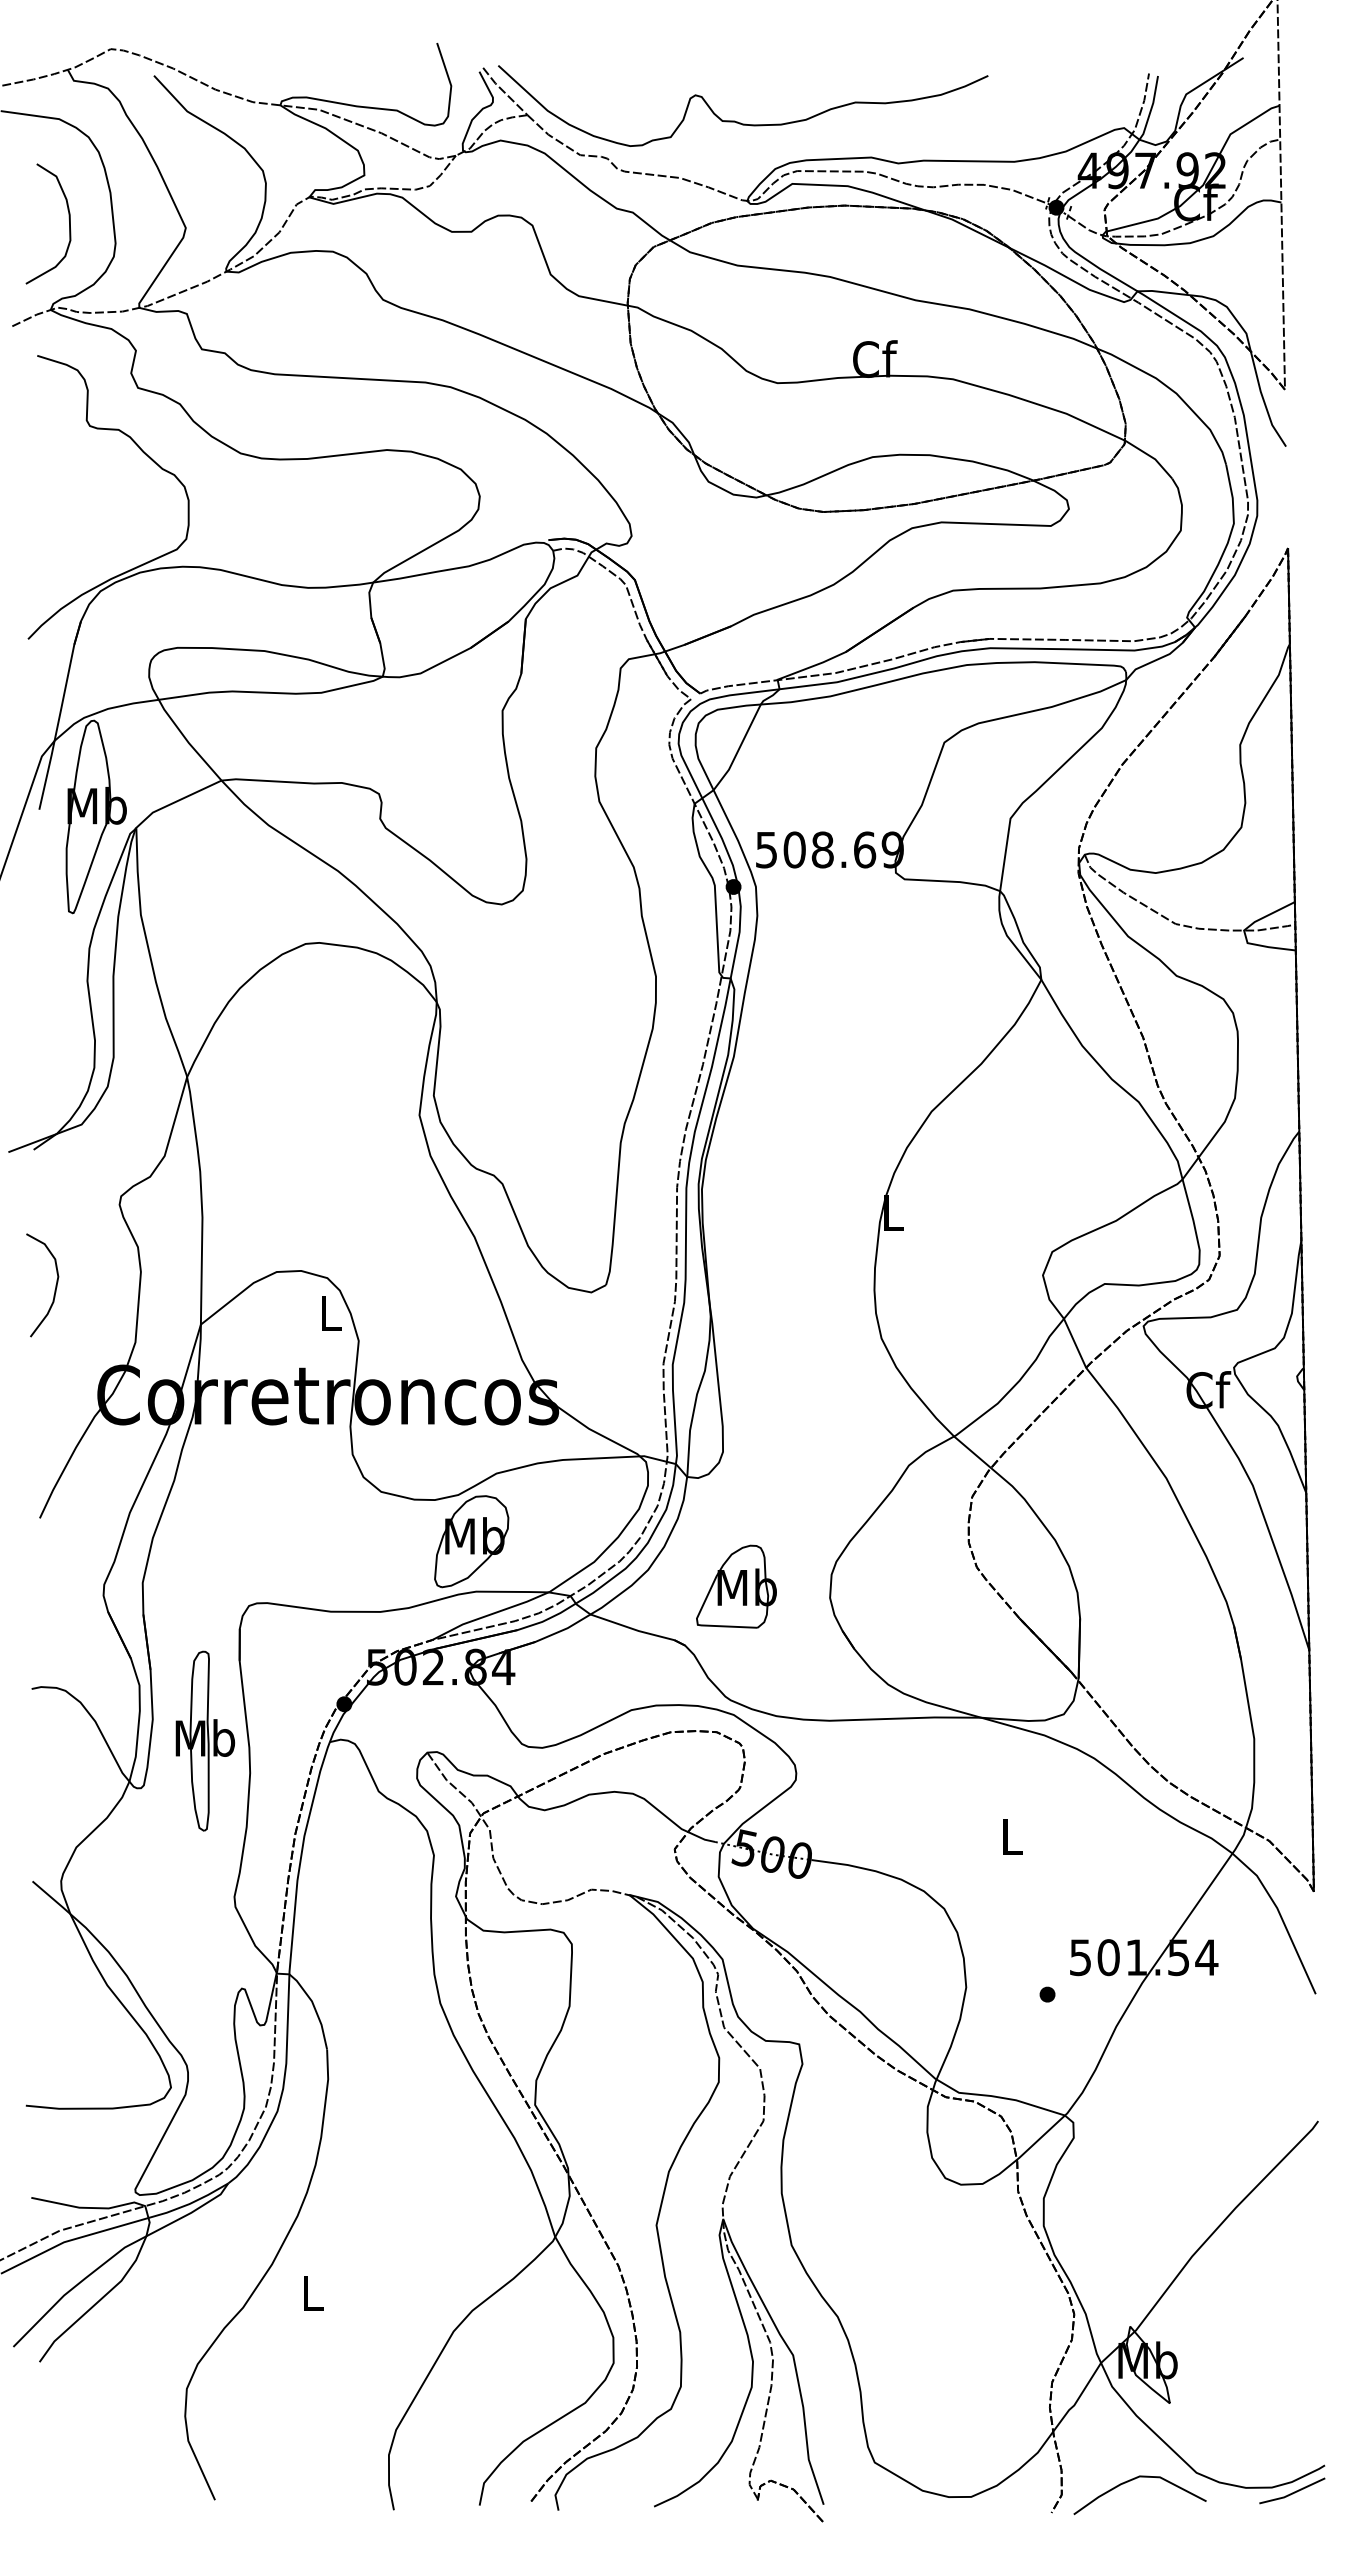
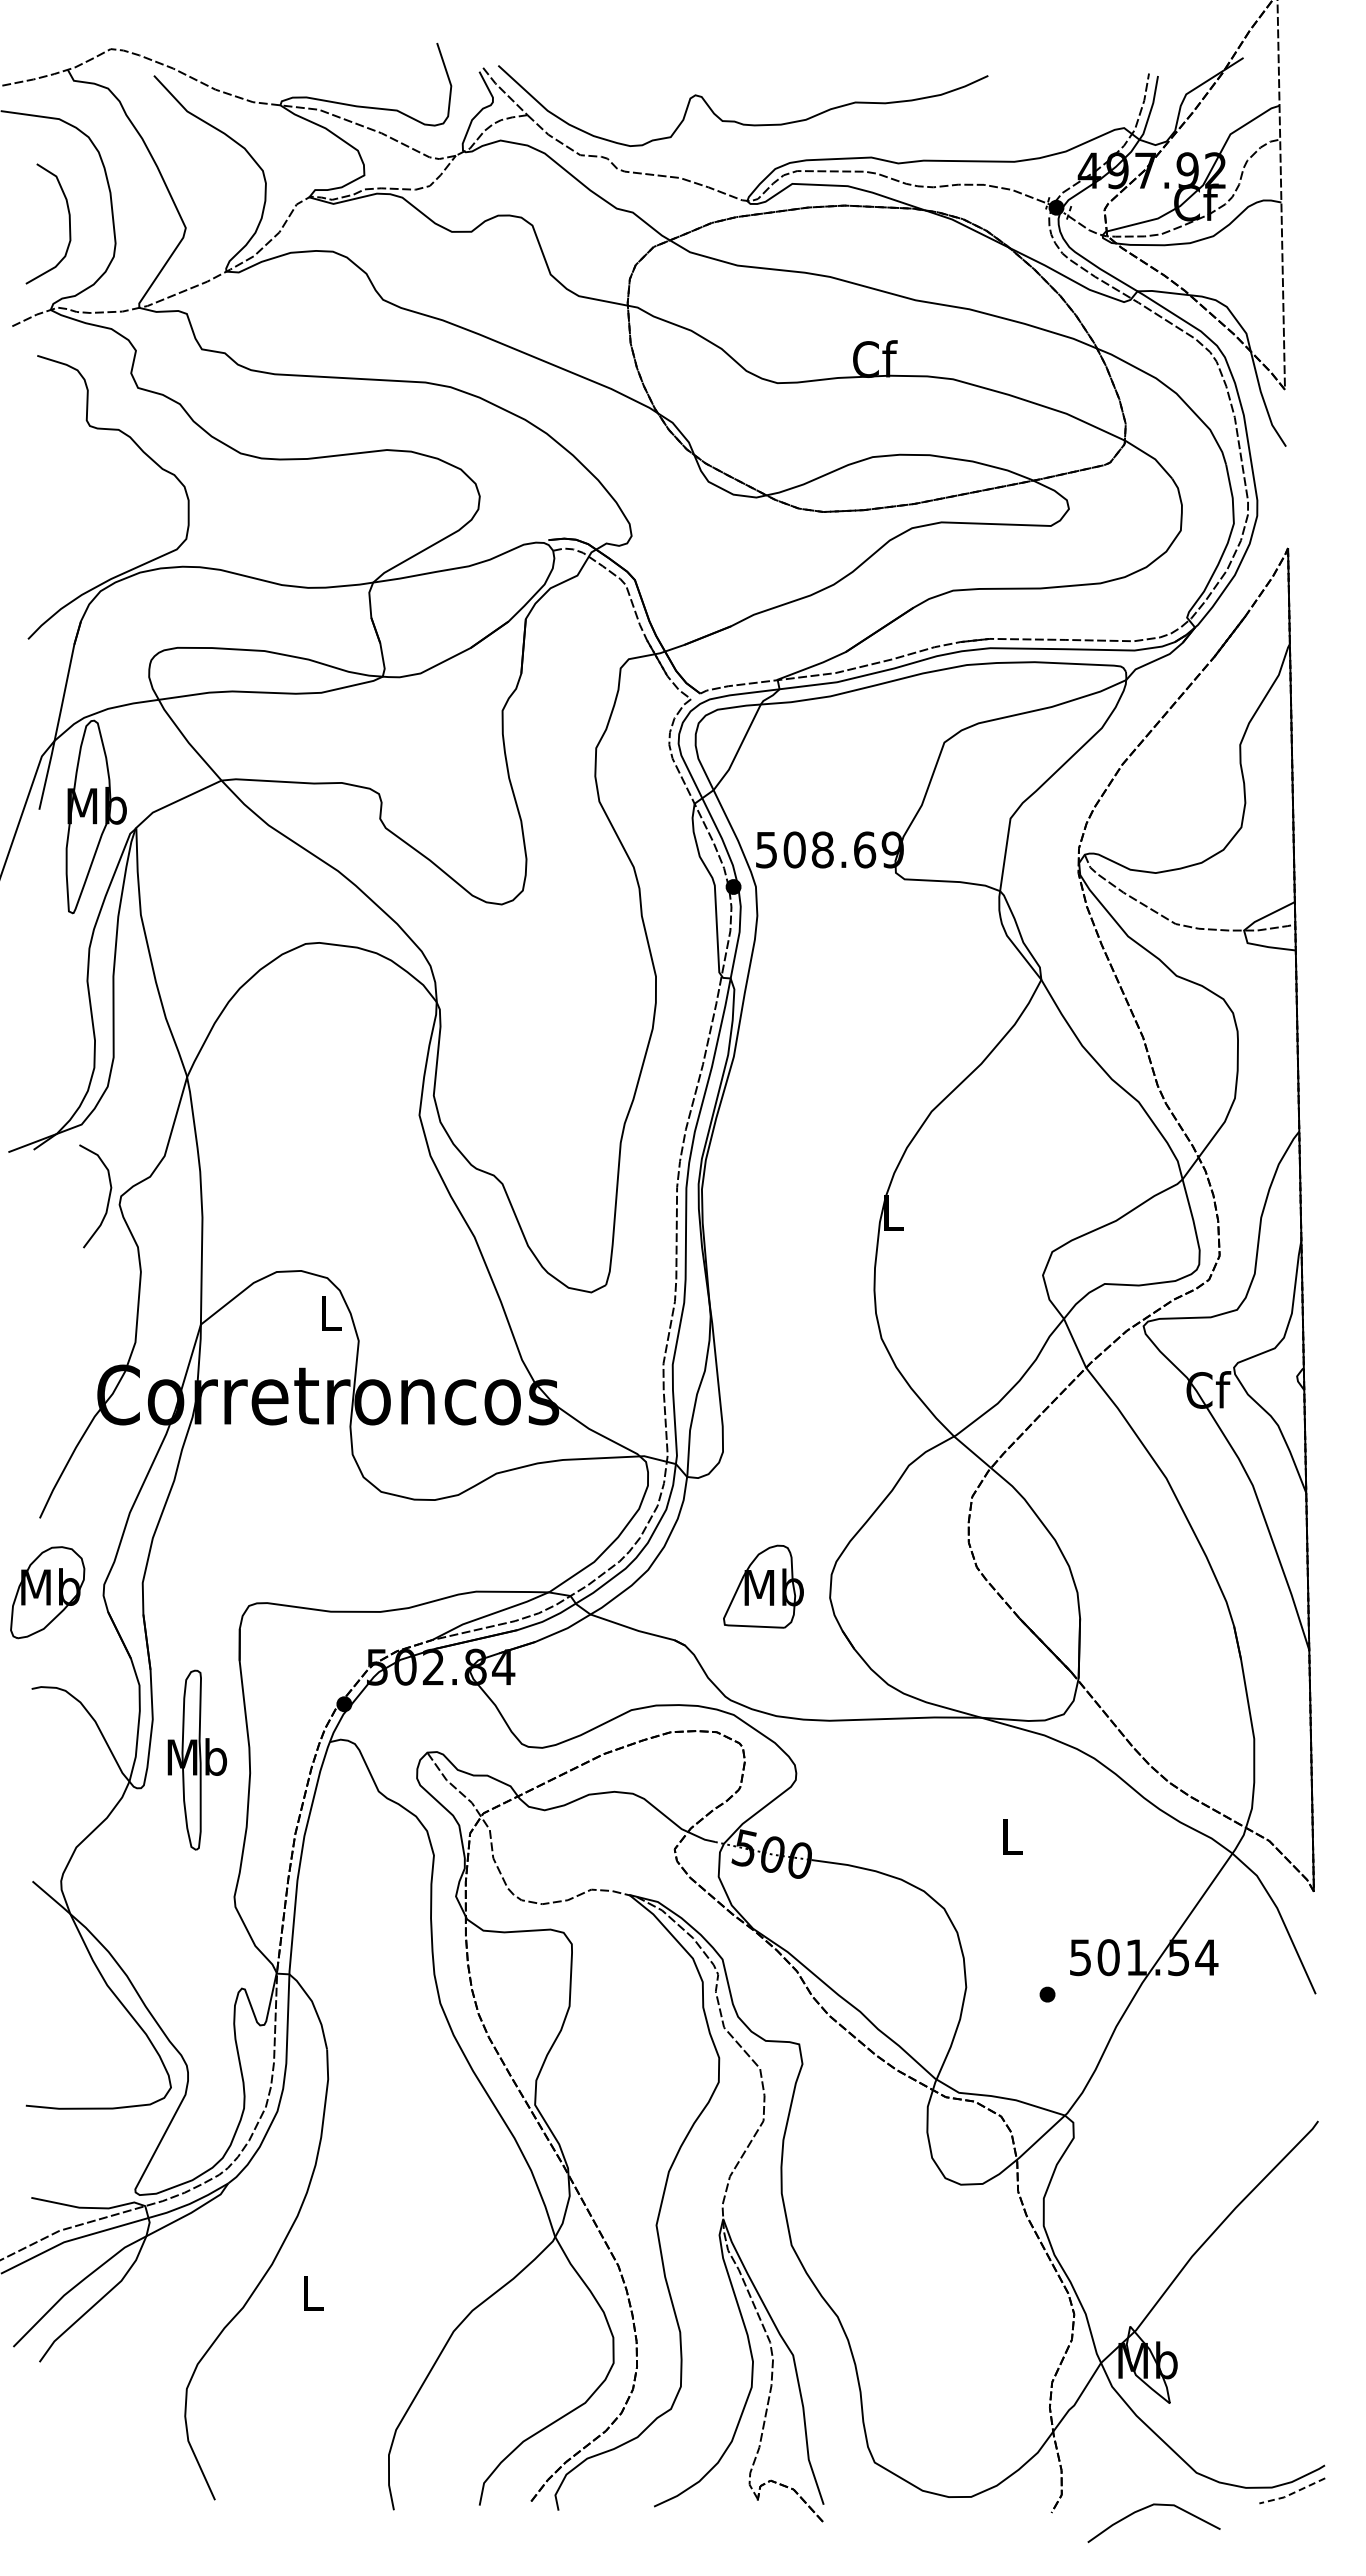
curve at (55, 1285) position: (55, 1285) -> (108, 1196)
part at (471, 1541) position: (471, 1541) -> (47, 1592)
part at (736, 1586) position: (736, 1586) -> (763, 1586)
part at (205, 1740) position: (205, 1740) -> (197, 1759)
curve at (1135, 2479) position: (1135, 2479) -> (1149, 2507)
line at (1292, 2493): solid -> dashed
